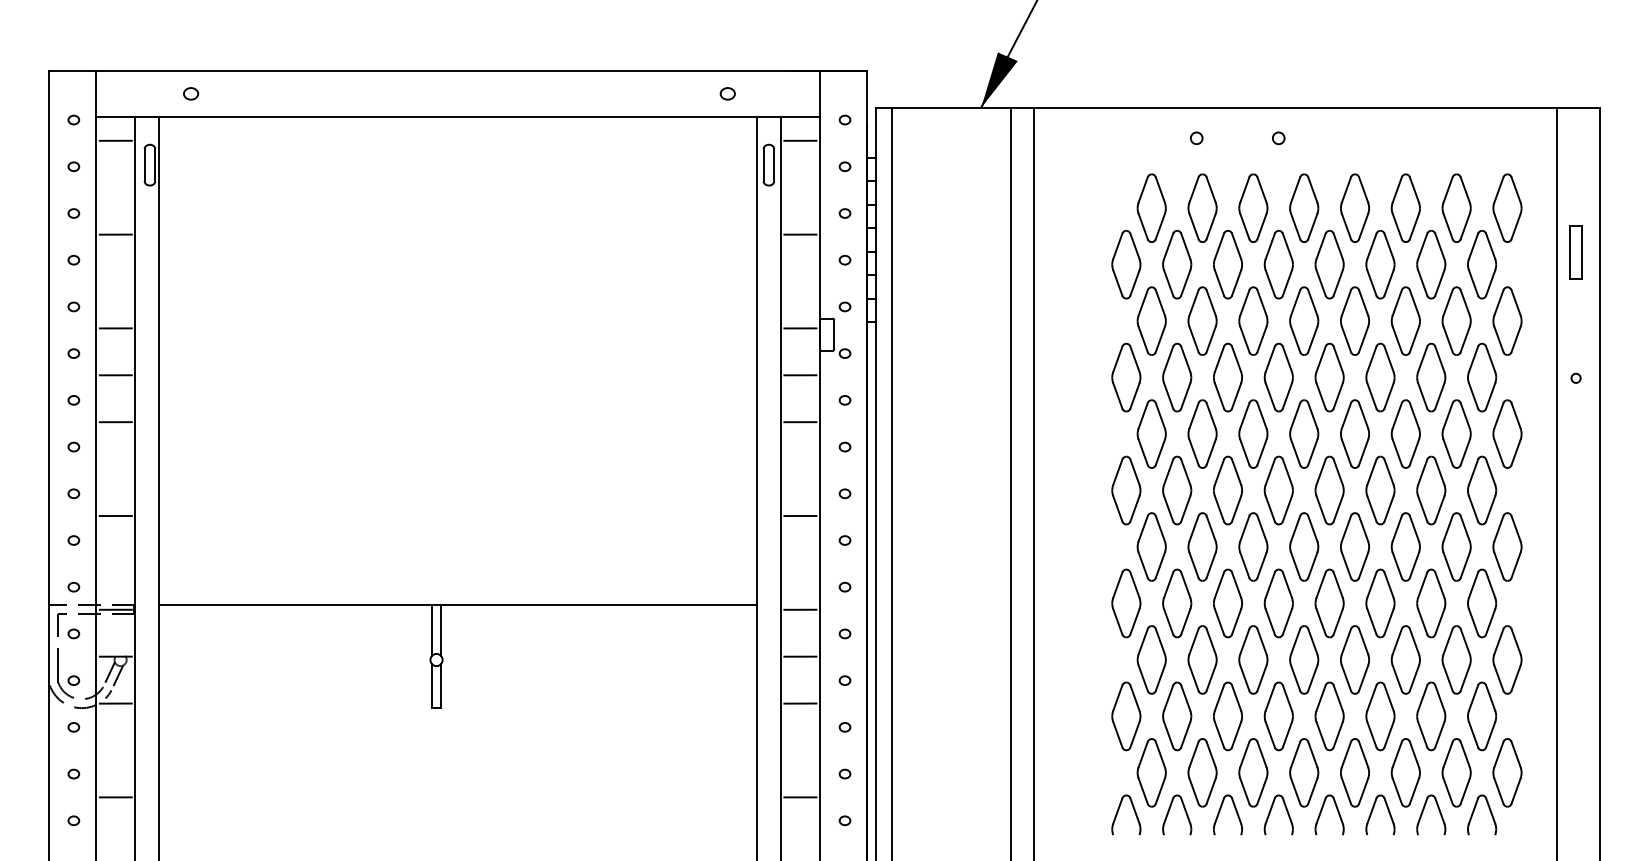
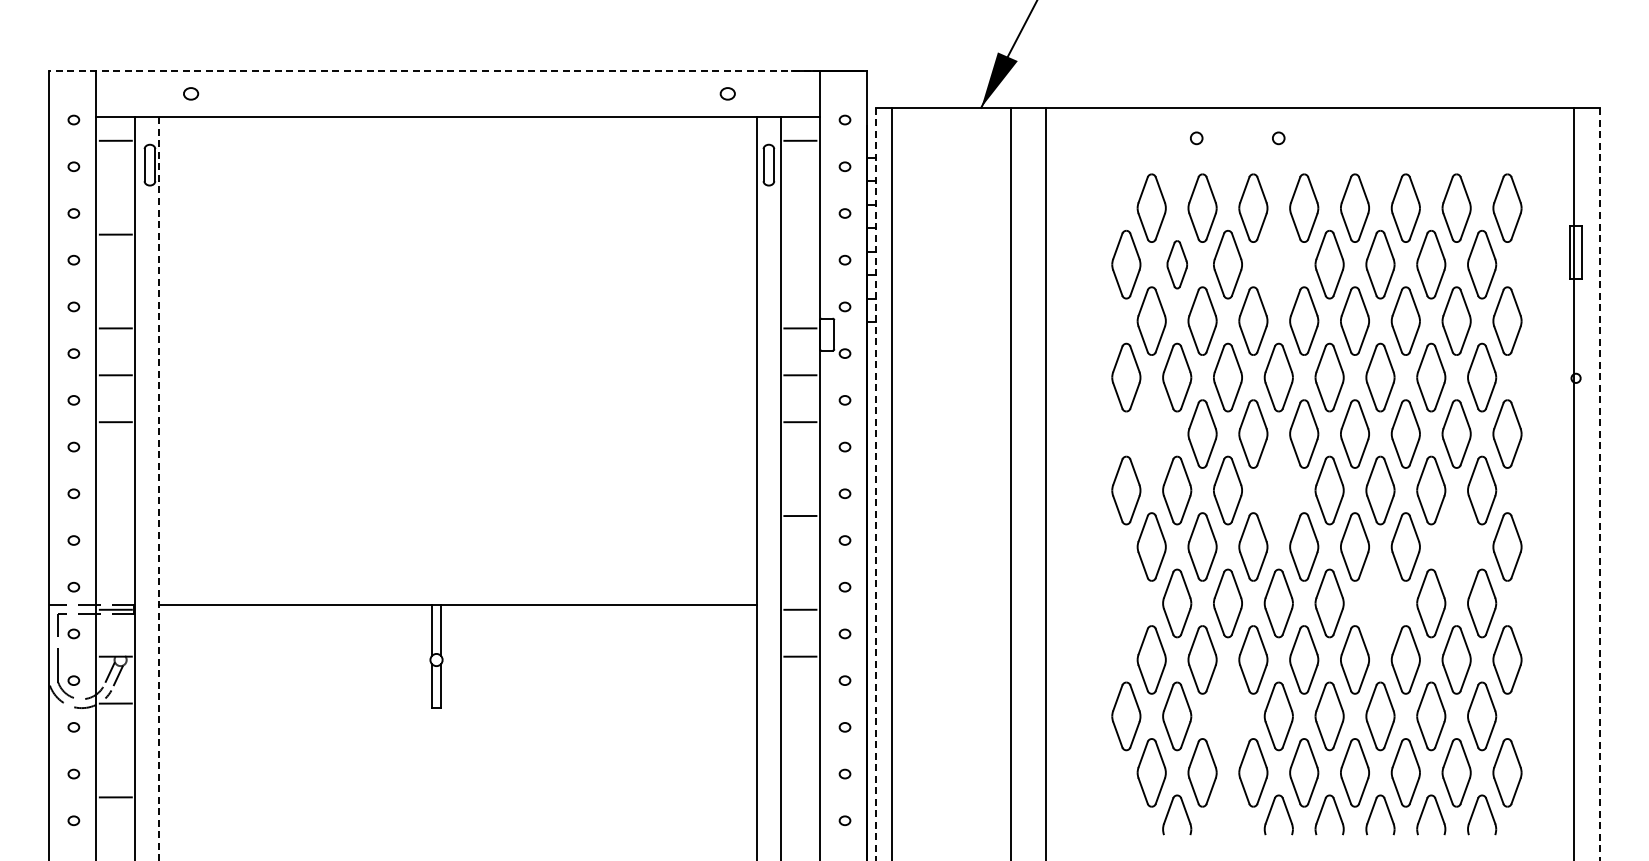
line at (441, 70): solid -> dashed
line at (800, 234): present -> none
part at (1177, 264) size: 31x70 px -> 22x50 px
part at (1278, 264): present -> none
part at (1151, 433): present -> none
line at (1033, 482) position: (1033, 482) -> (1045, 482)
line at (1556, 482) position: (1556, 482) -> (1573, 482)
line at (1599, 483): solid -> dashed
line at (875, 484): solid -> dashed
line at (158, 489): solid -> dashed
part at (1278, 490): present -> none
line at (115, 515): present -> none
part at (1456, 546): present -> none
part at (1126, 603): present -> none
part at (1380, 603): present -> none
line at (800, 703): present -> none
part at (1227, 716): present -> none
line at (800, 797): present -> none
part at (1133, 810): present -> none
part at (1220, 811): present -> none
